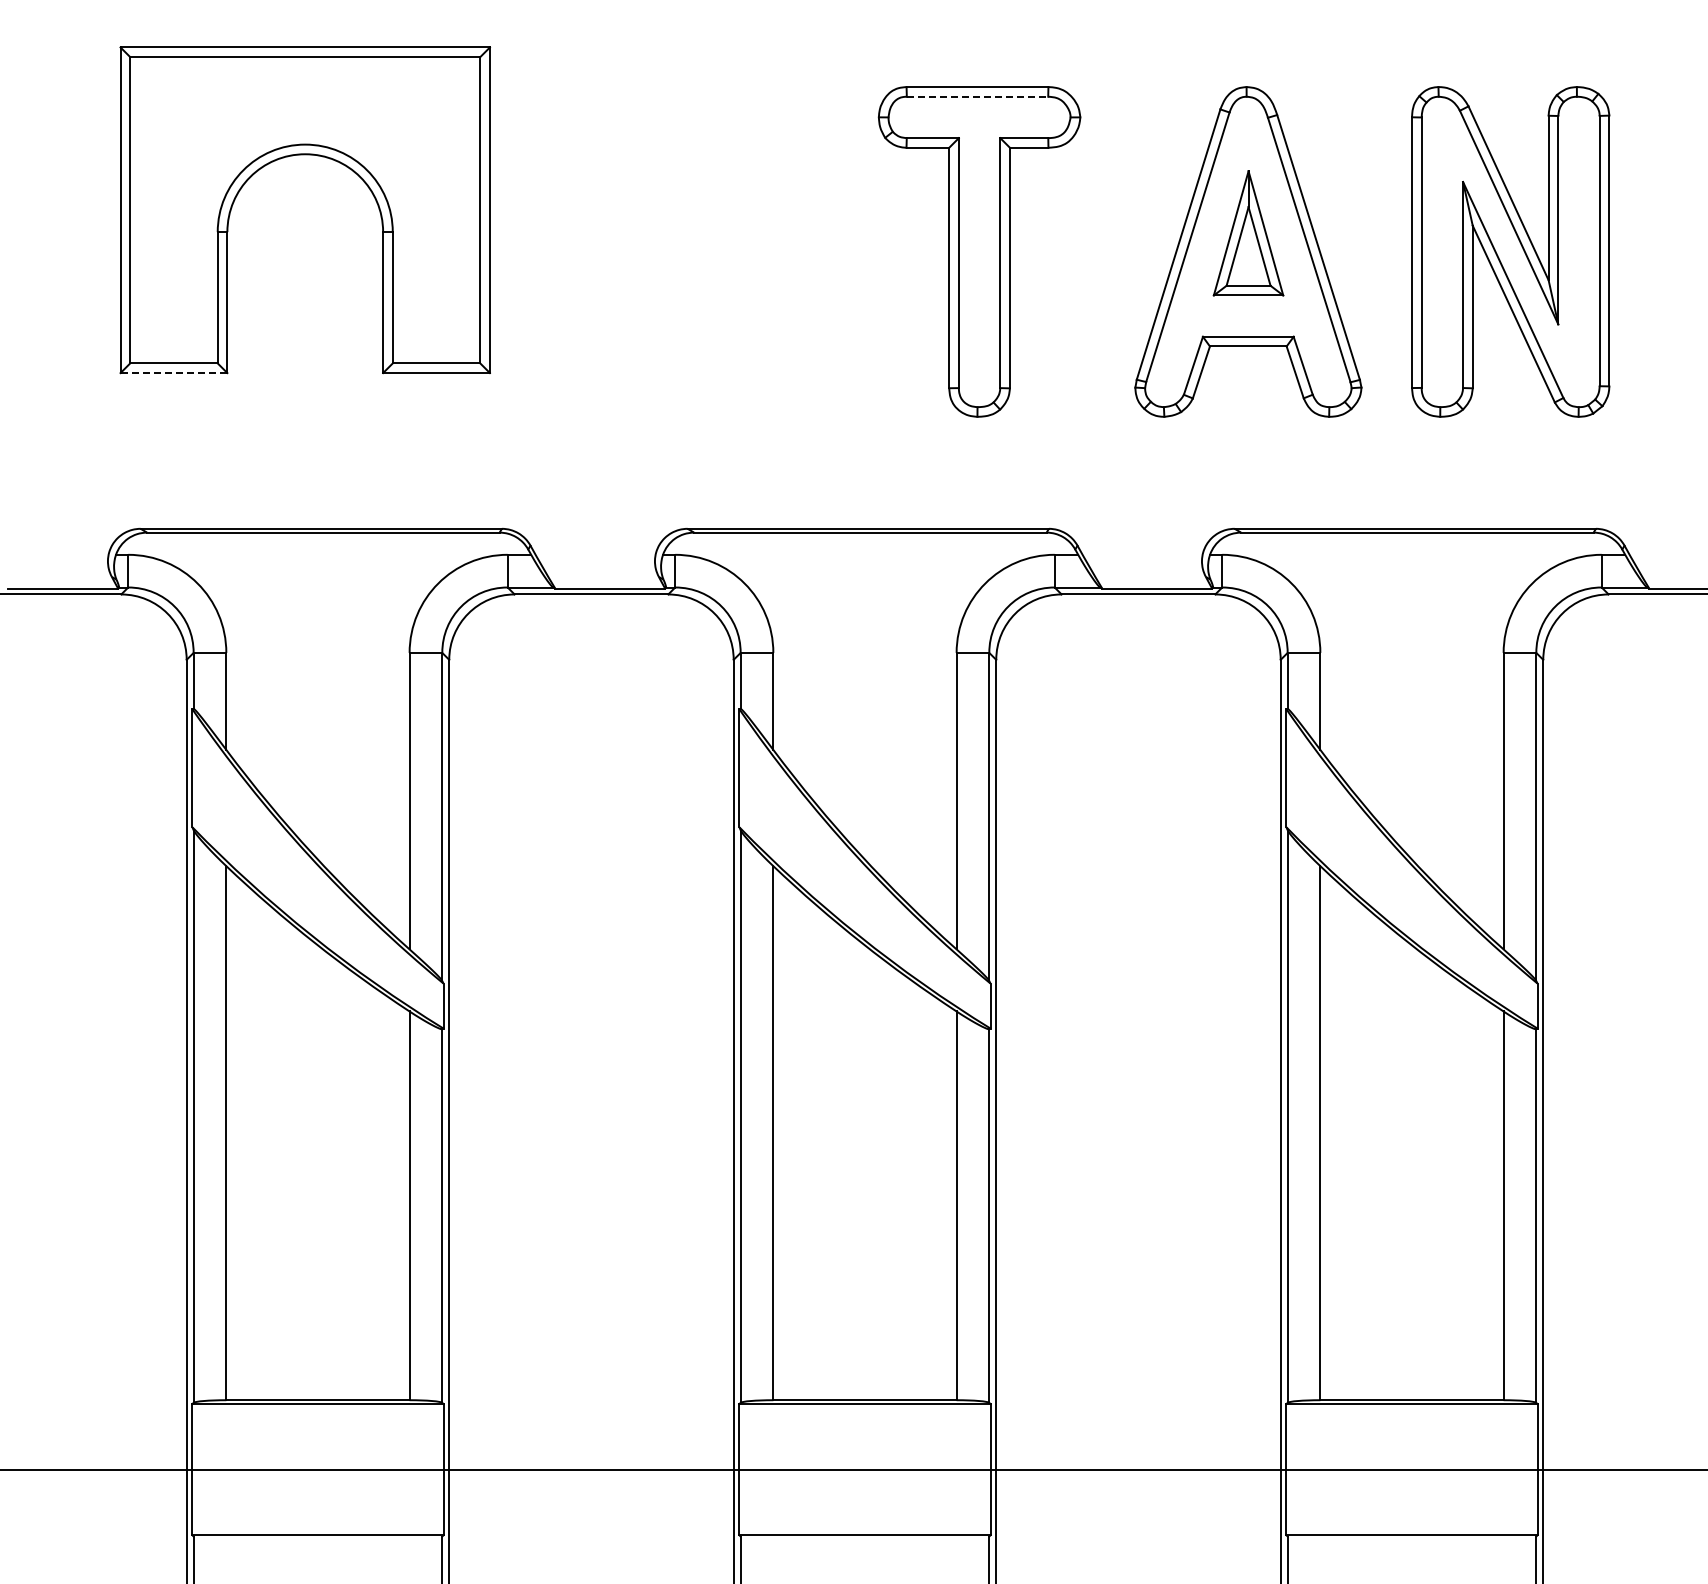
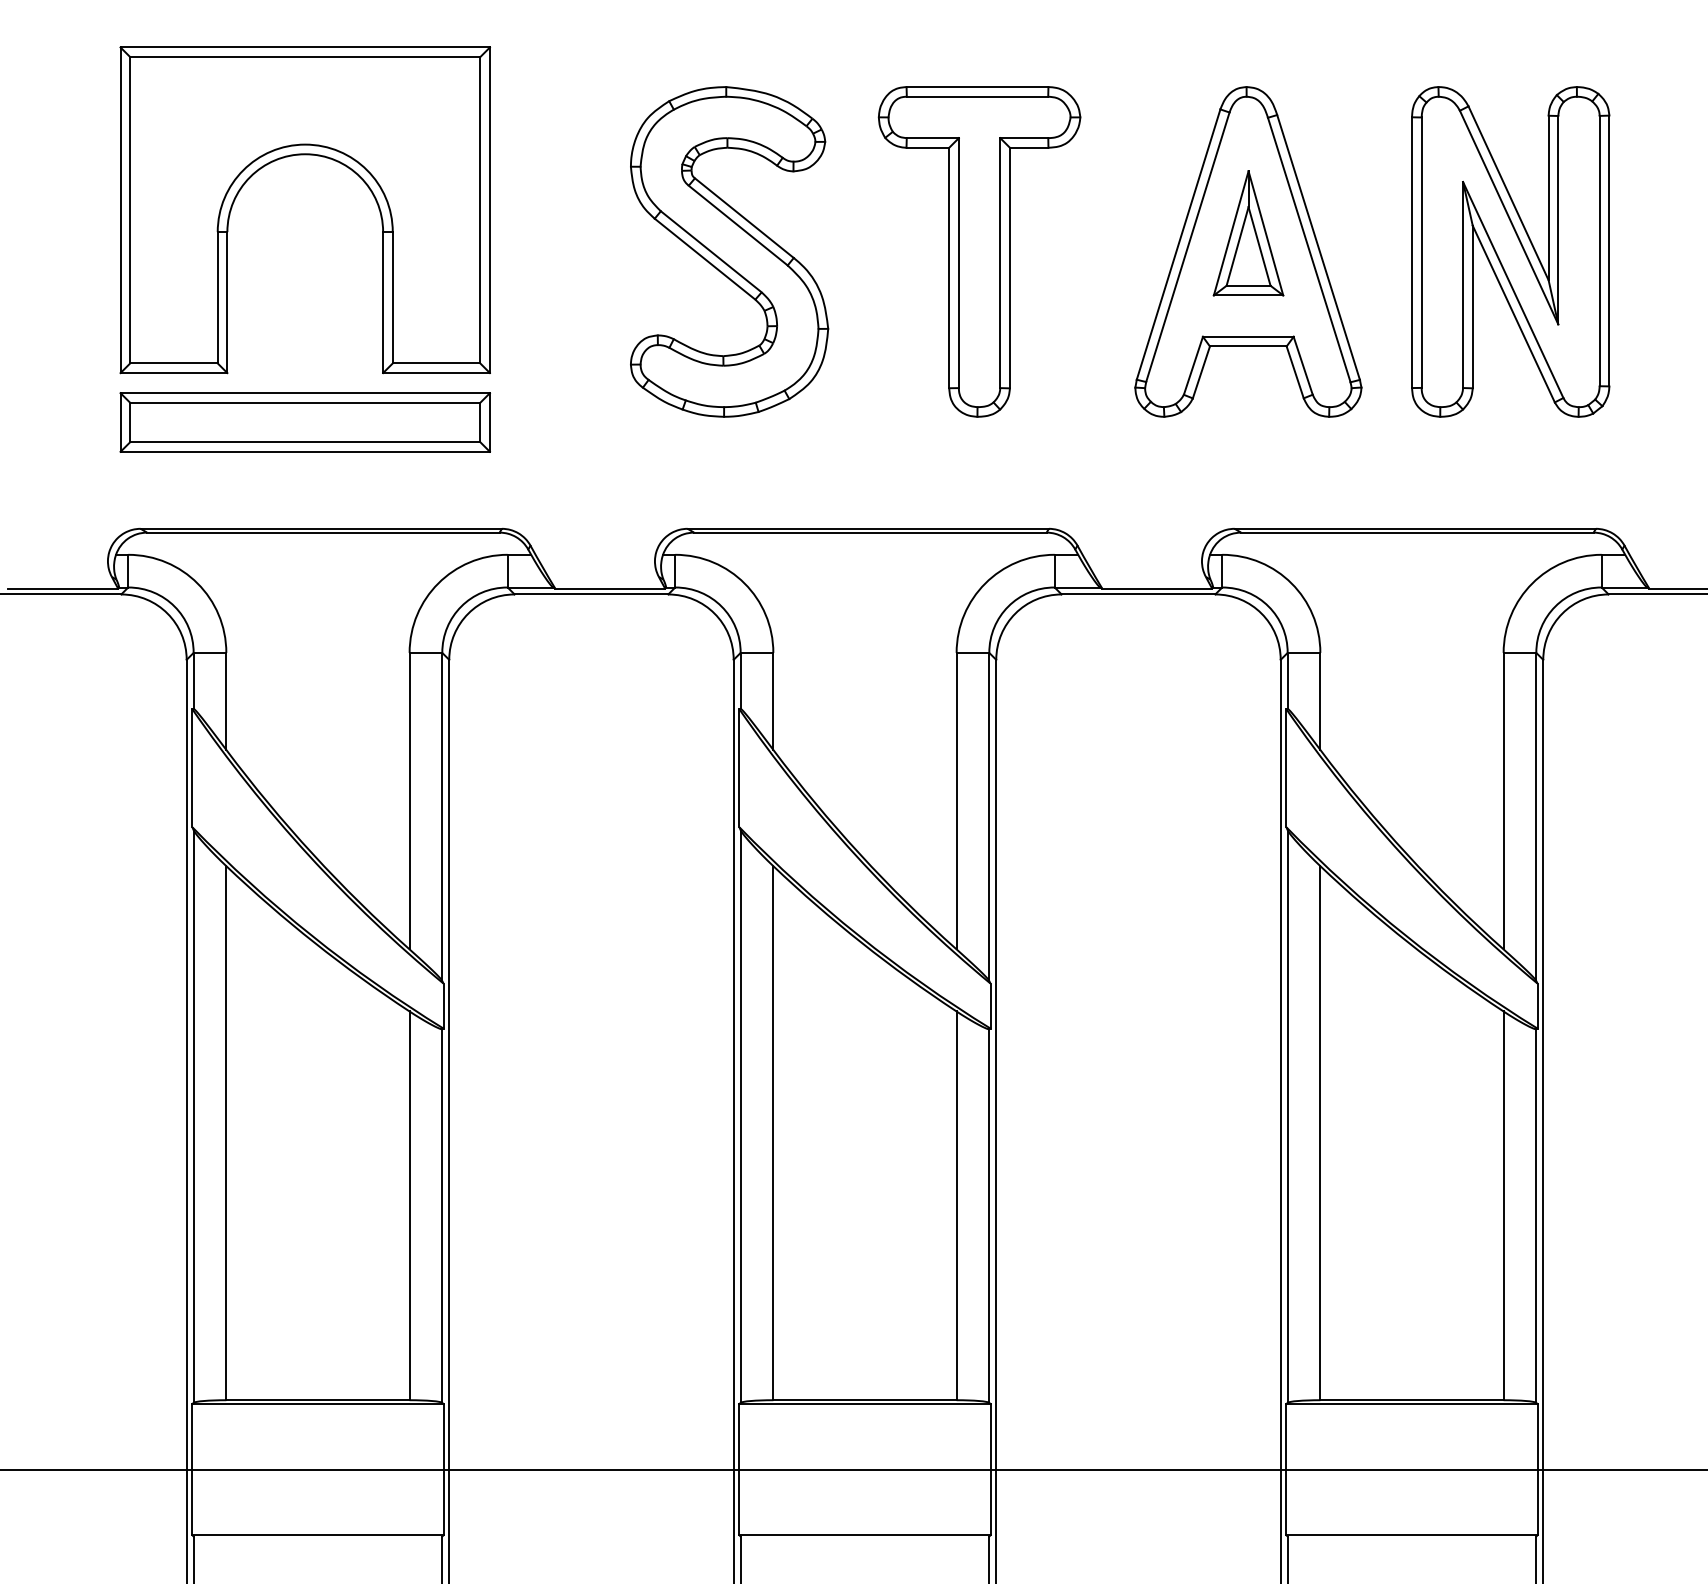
line at (977, 96): dashed -> solid
part at (729, 251): none -> present
line at (174, 373): dashed -> solid
part at (304, 422): none -> present
